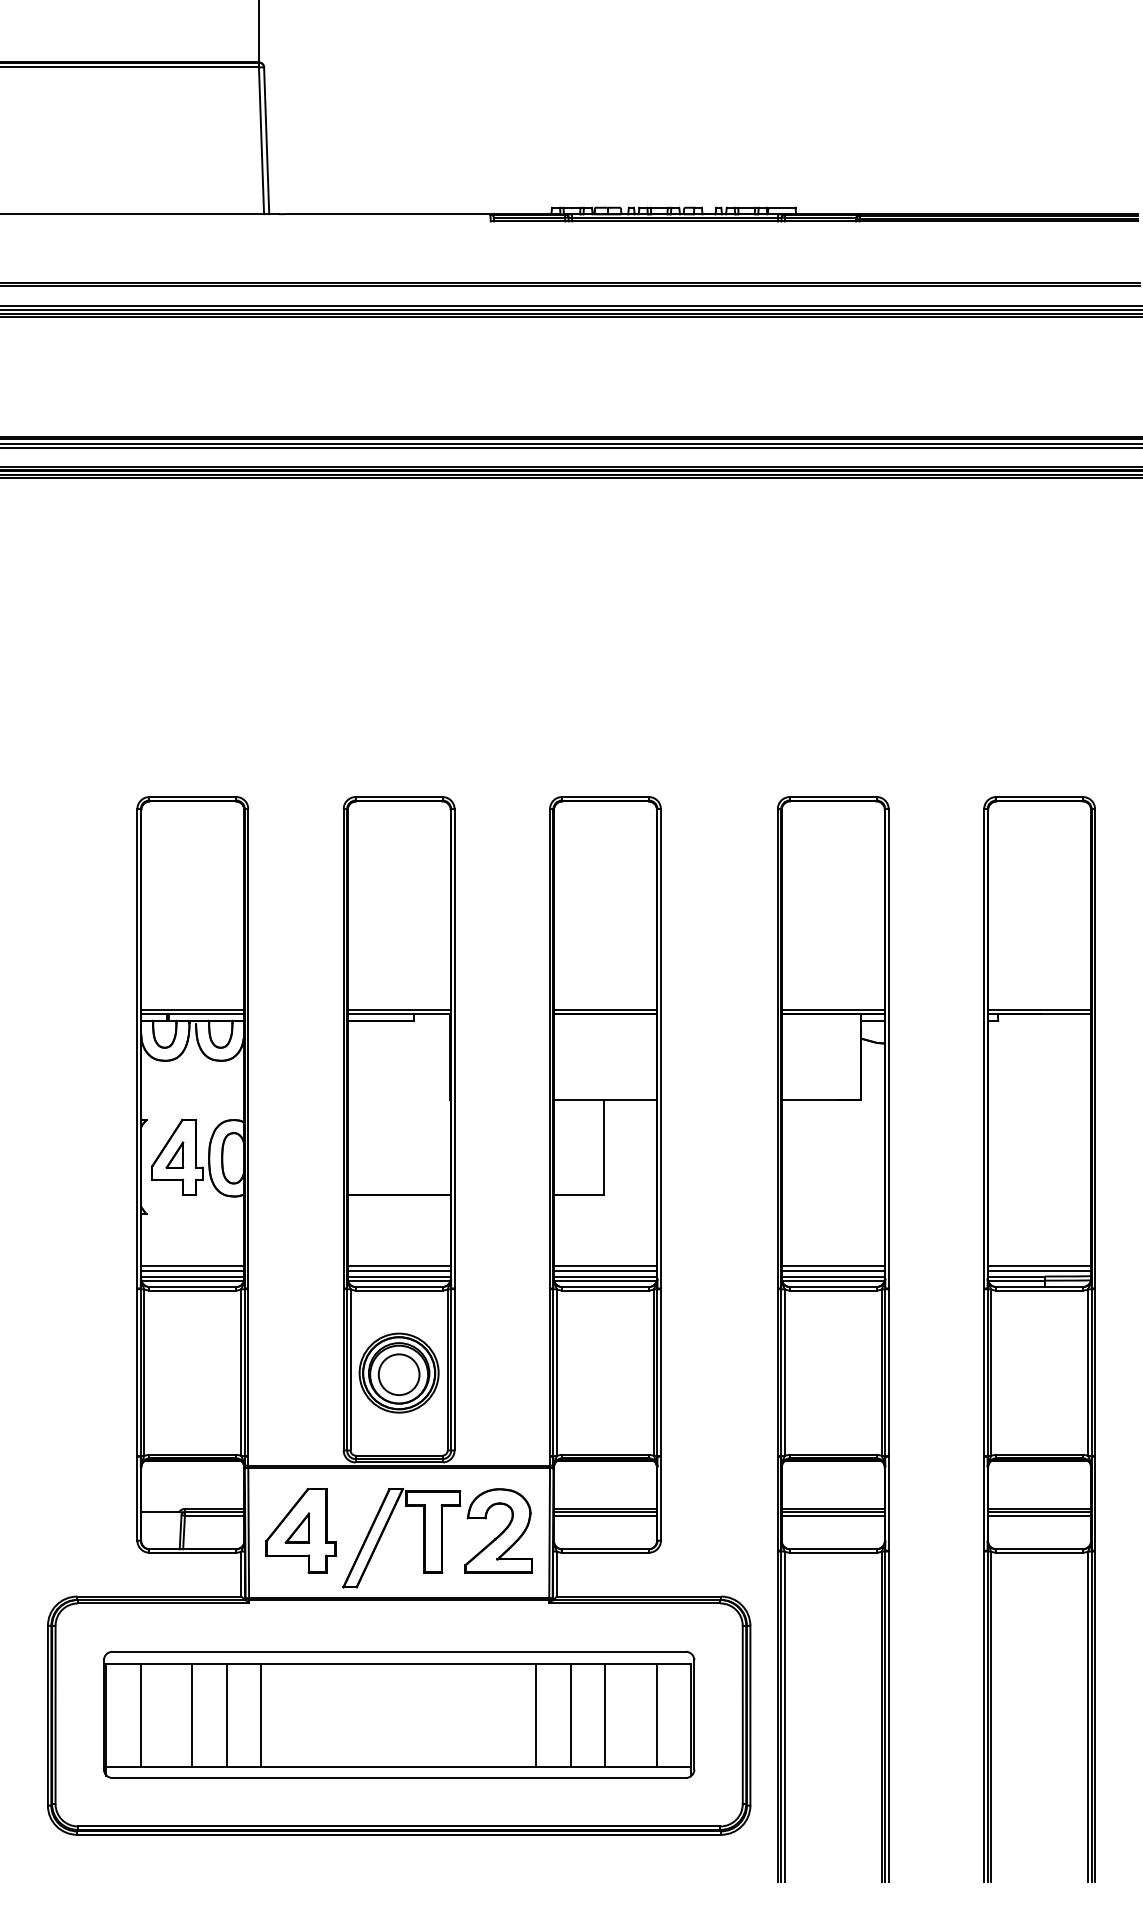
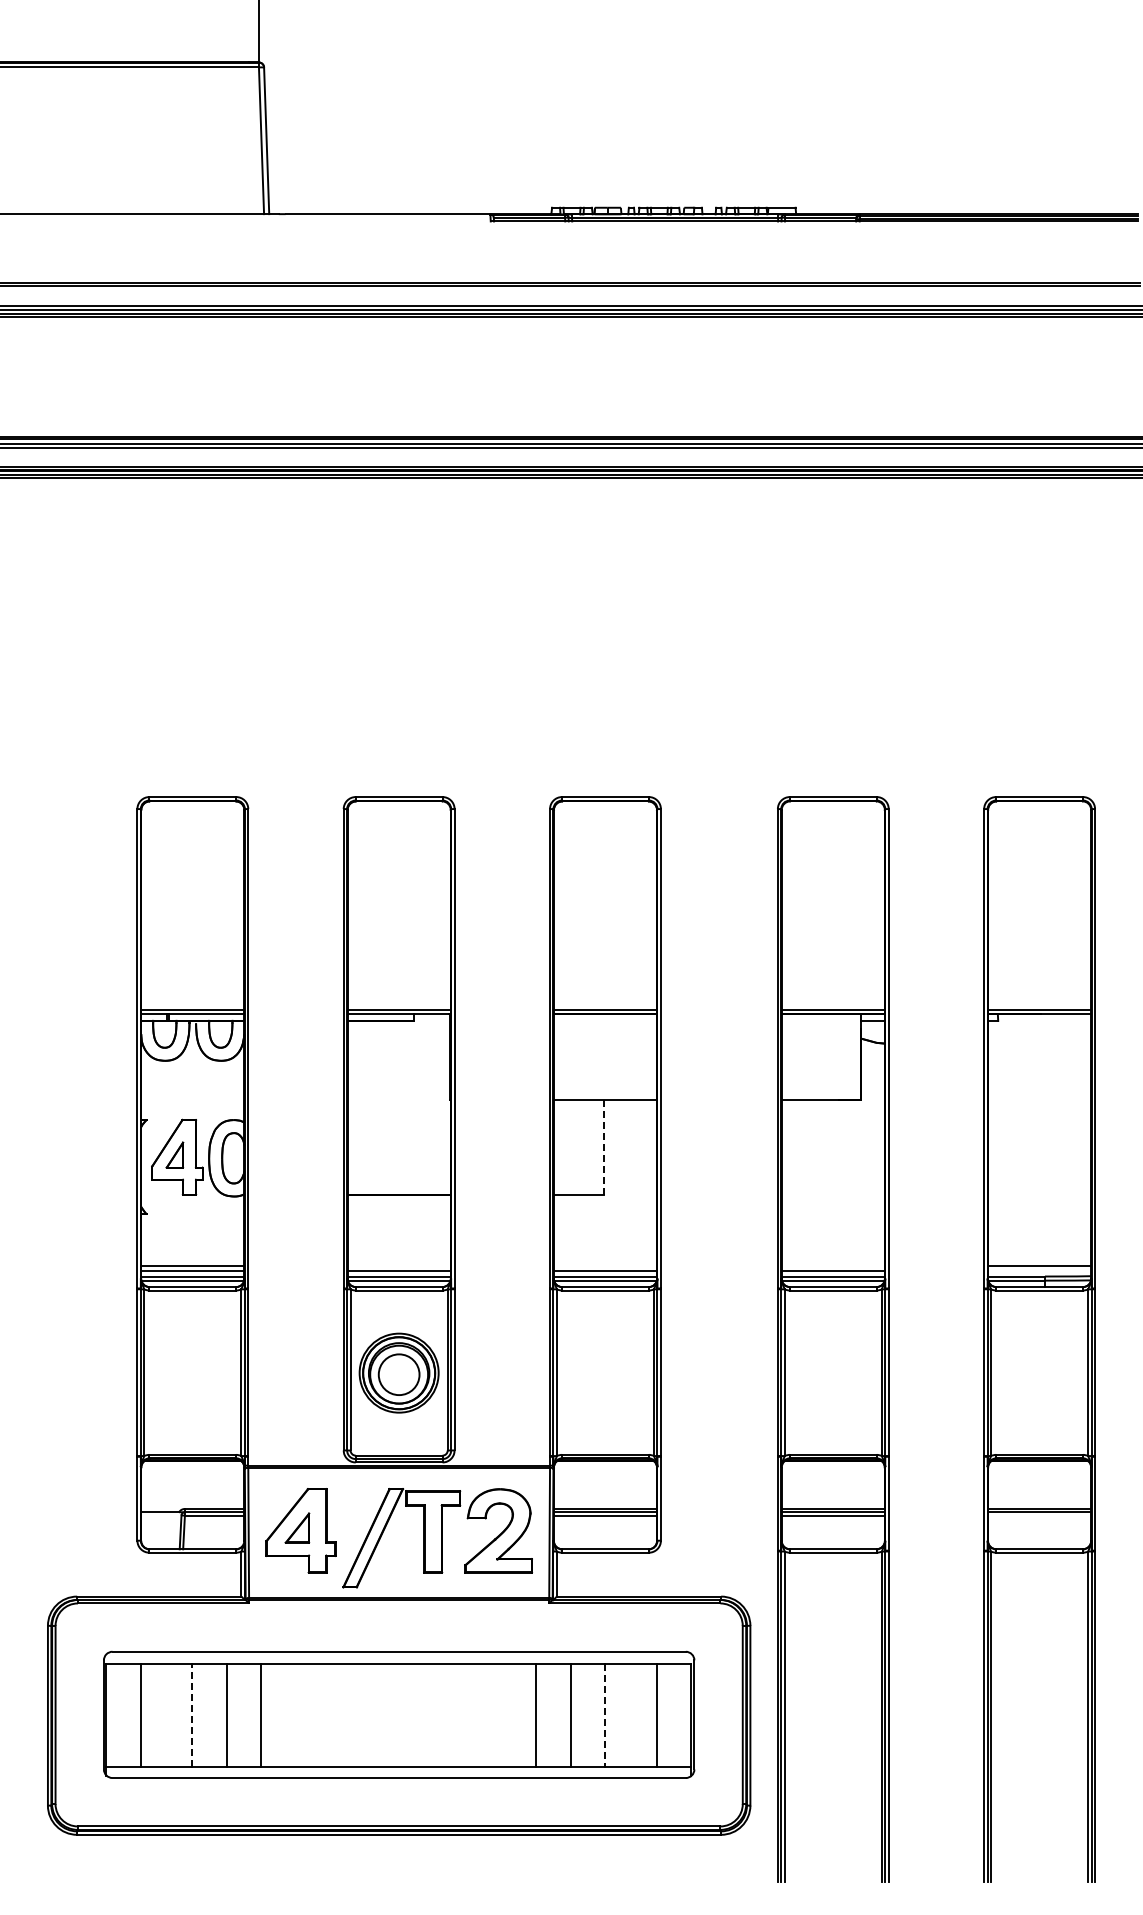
line at (603, 1146): solid -> dashed
line at (398, 1266): present -> none
line at (605, 1266): present -> none
line at (832, 1266): present -> none
line at (1039, 1270): present -> none
line at (1039, 1515): present -> none
line at (192, 1715): solid -> dashed
line at (605, 1715): solid -> dashed
